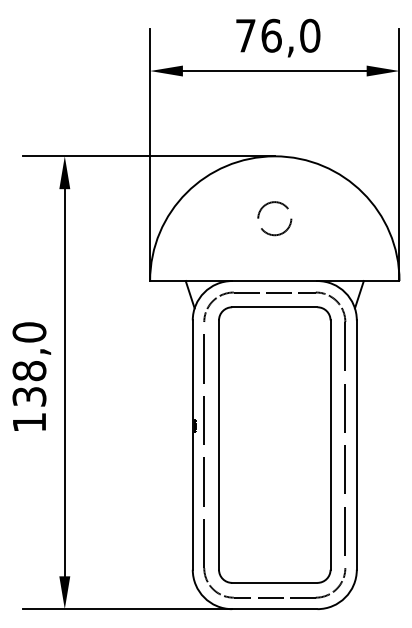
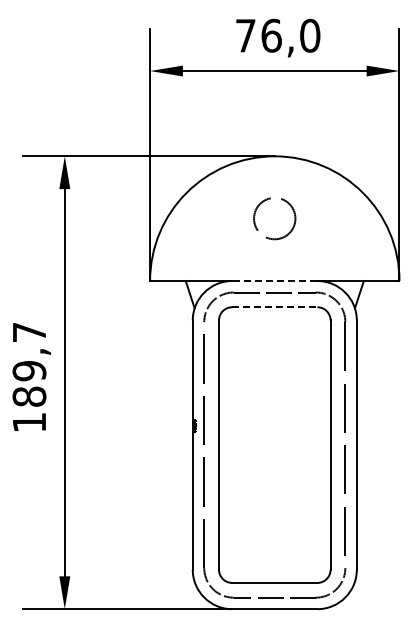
circle at (274, 218) size: 36x36 px -> 44x44 px
line at (274, 281): solid -> dashed
line at (274, 307): solid -> dashed
text at (29, 364): 138,0 -> 189,7
